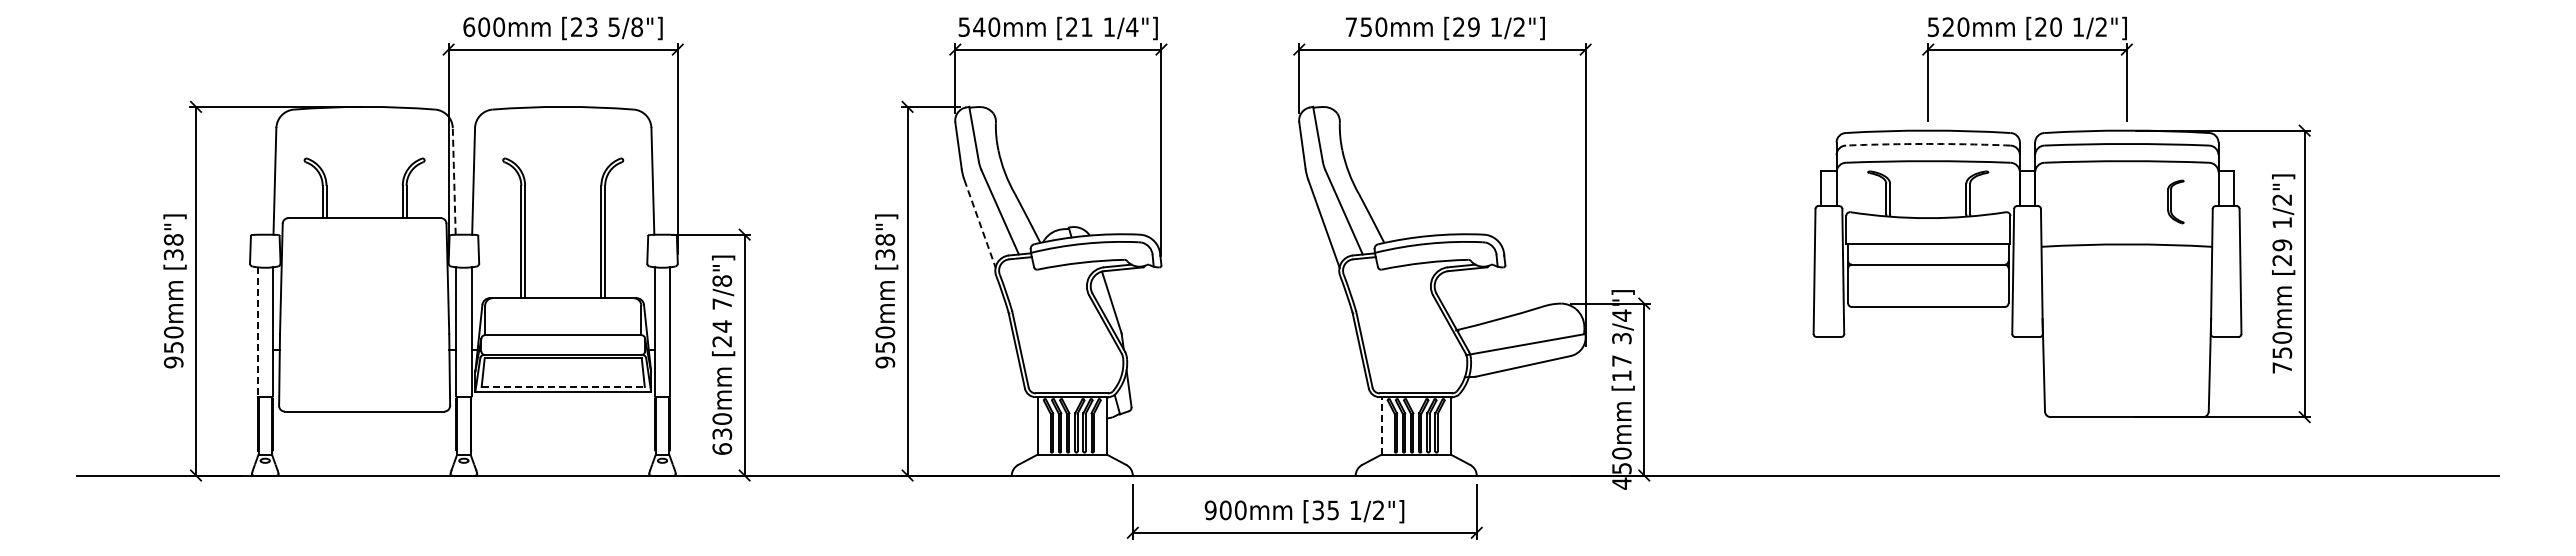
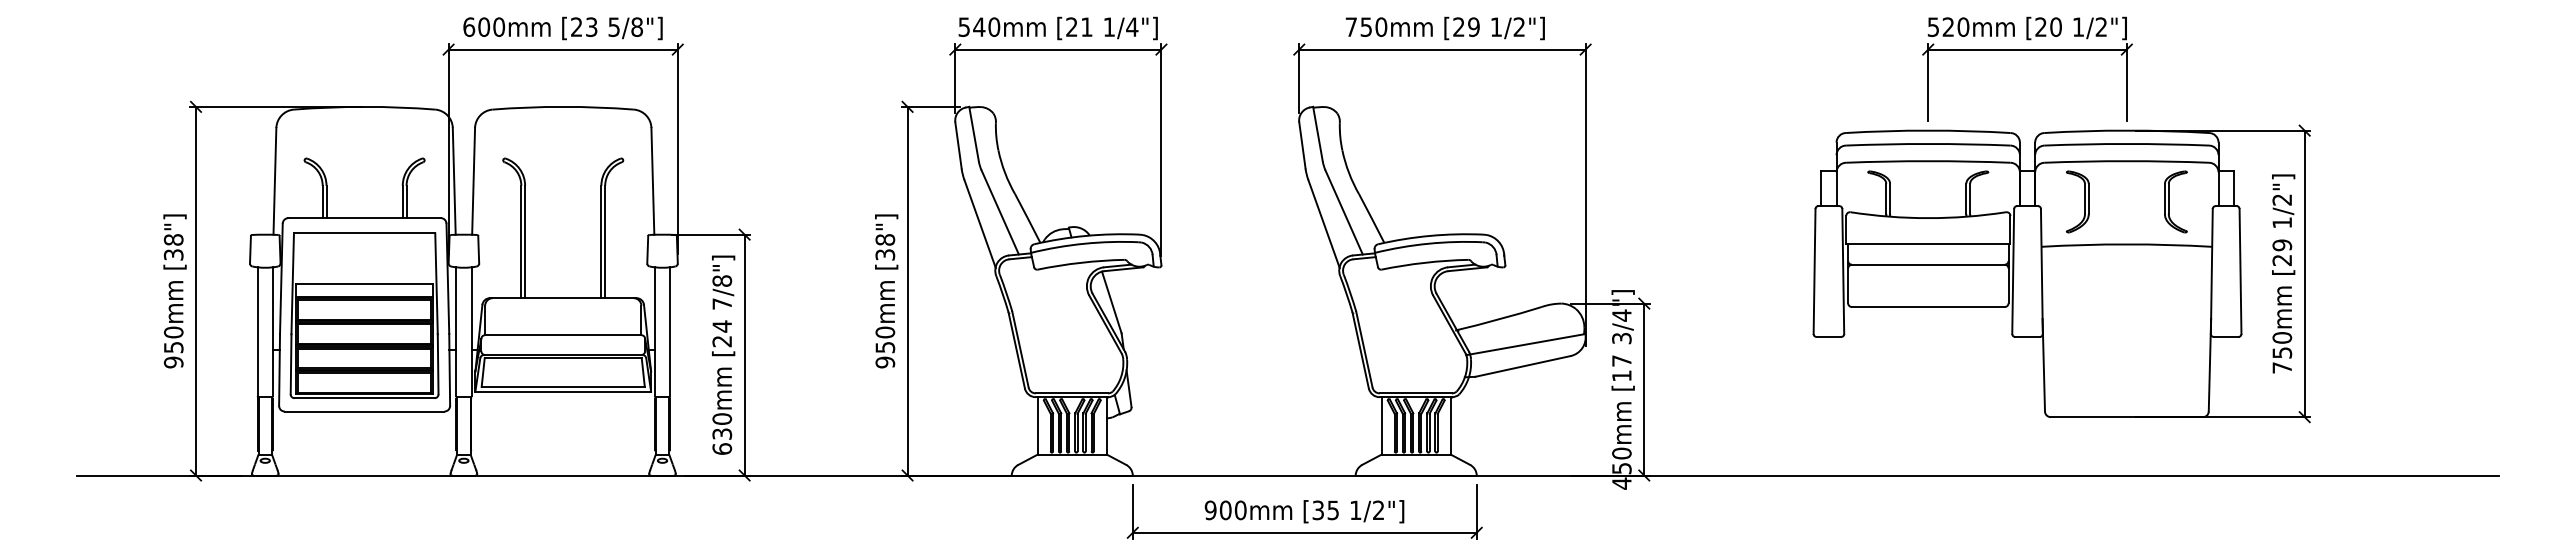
arc at (1928, 143): dashed -> solid
line at (454, 180): dashed -> solid
part at (2084, 201): none -> present
part at (2175, 201) size: 18x46 px -> 24x64 px
line at (980, 224): dashed -> solid
part at (364, 315): none -> present
line at (257, 331): dashed -> solid
line at (563, 387): dashed -> solid
line at (1381, 425): dashed -> solid
